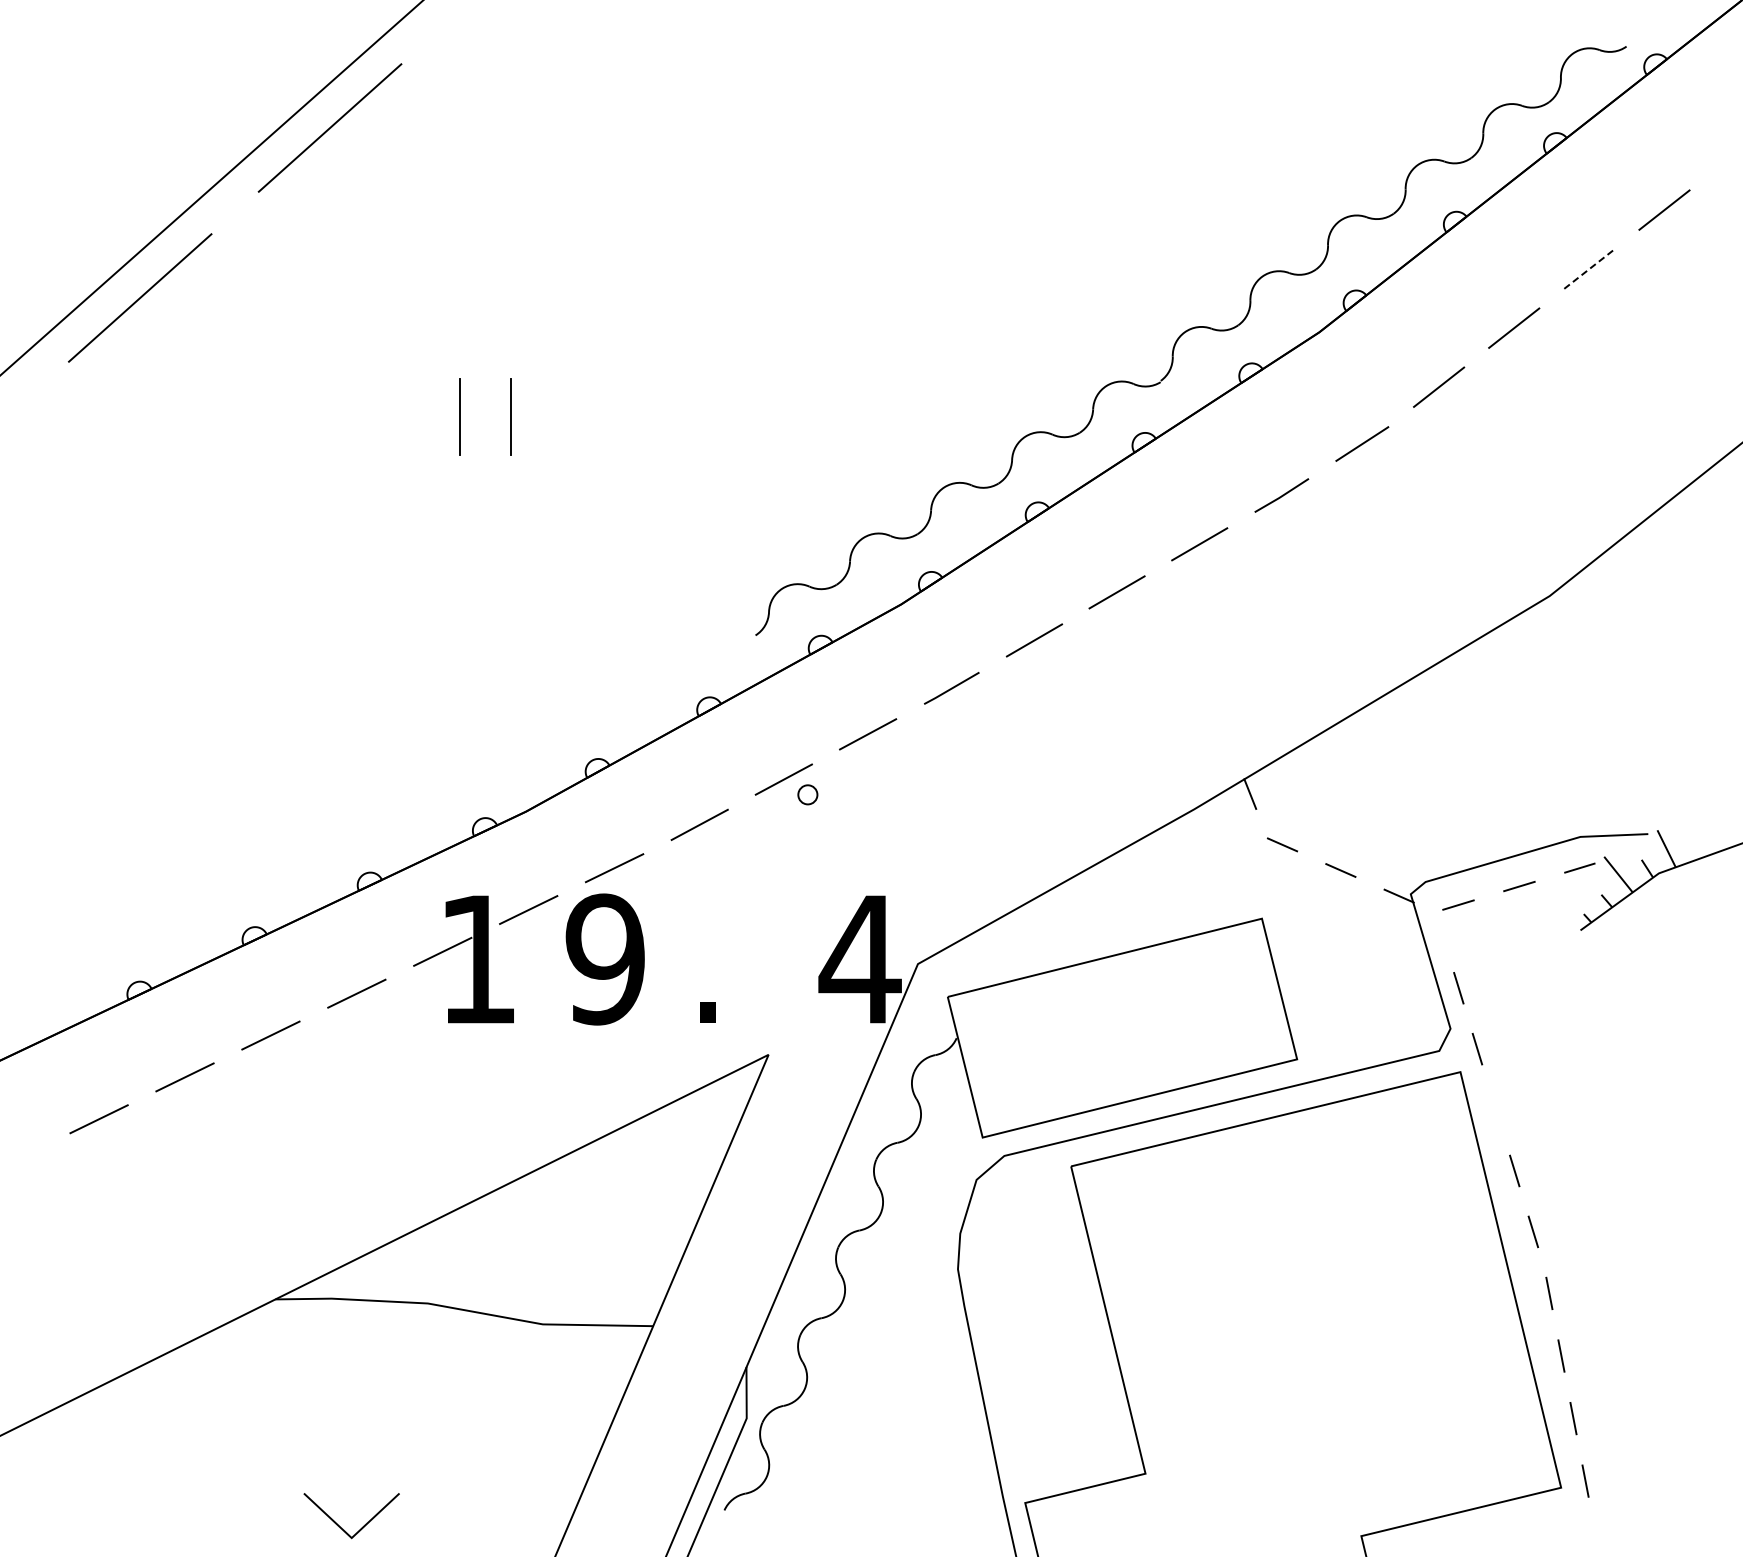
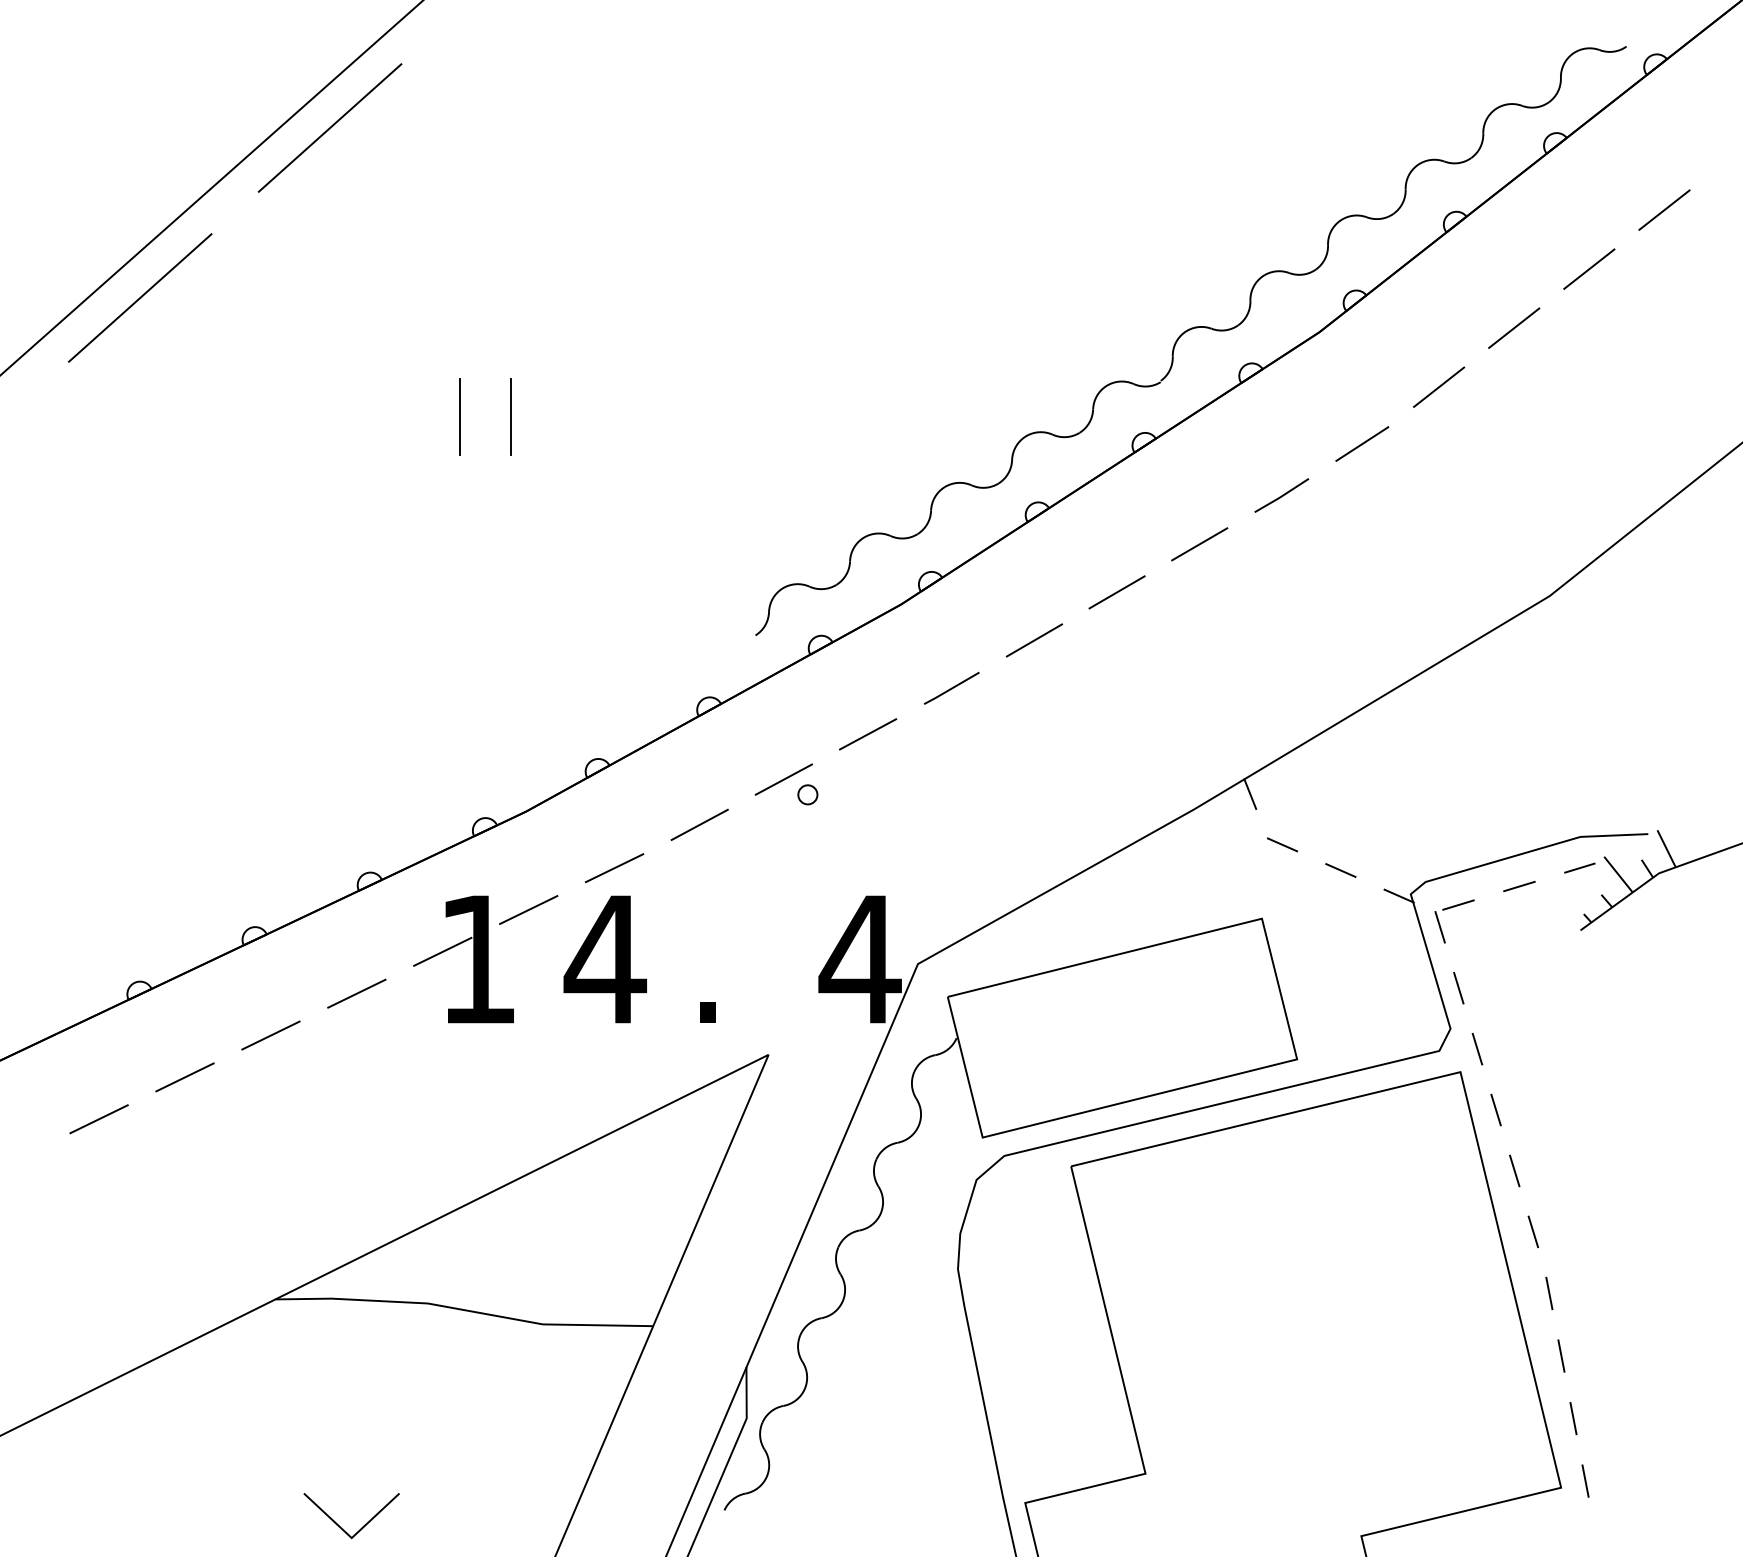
line at (1589, 269): dashed -> solid
line at (1439, 927): none -> present
text at (605, 959): 9 -> 4
line at (1495, 1109): none -> present
